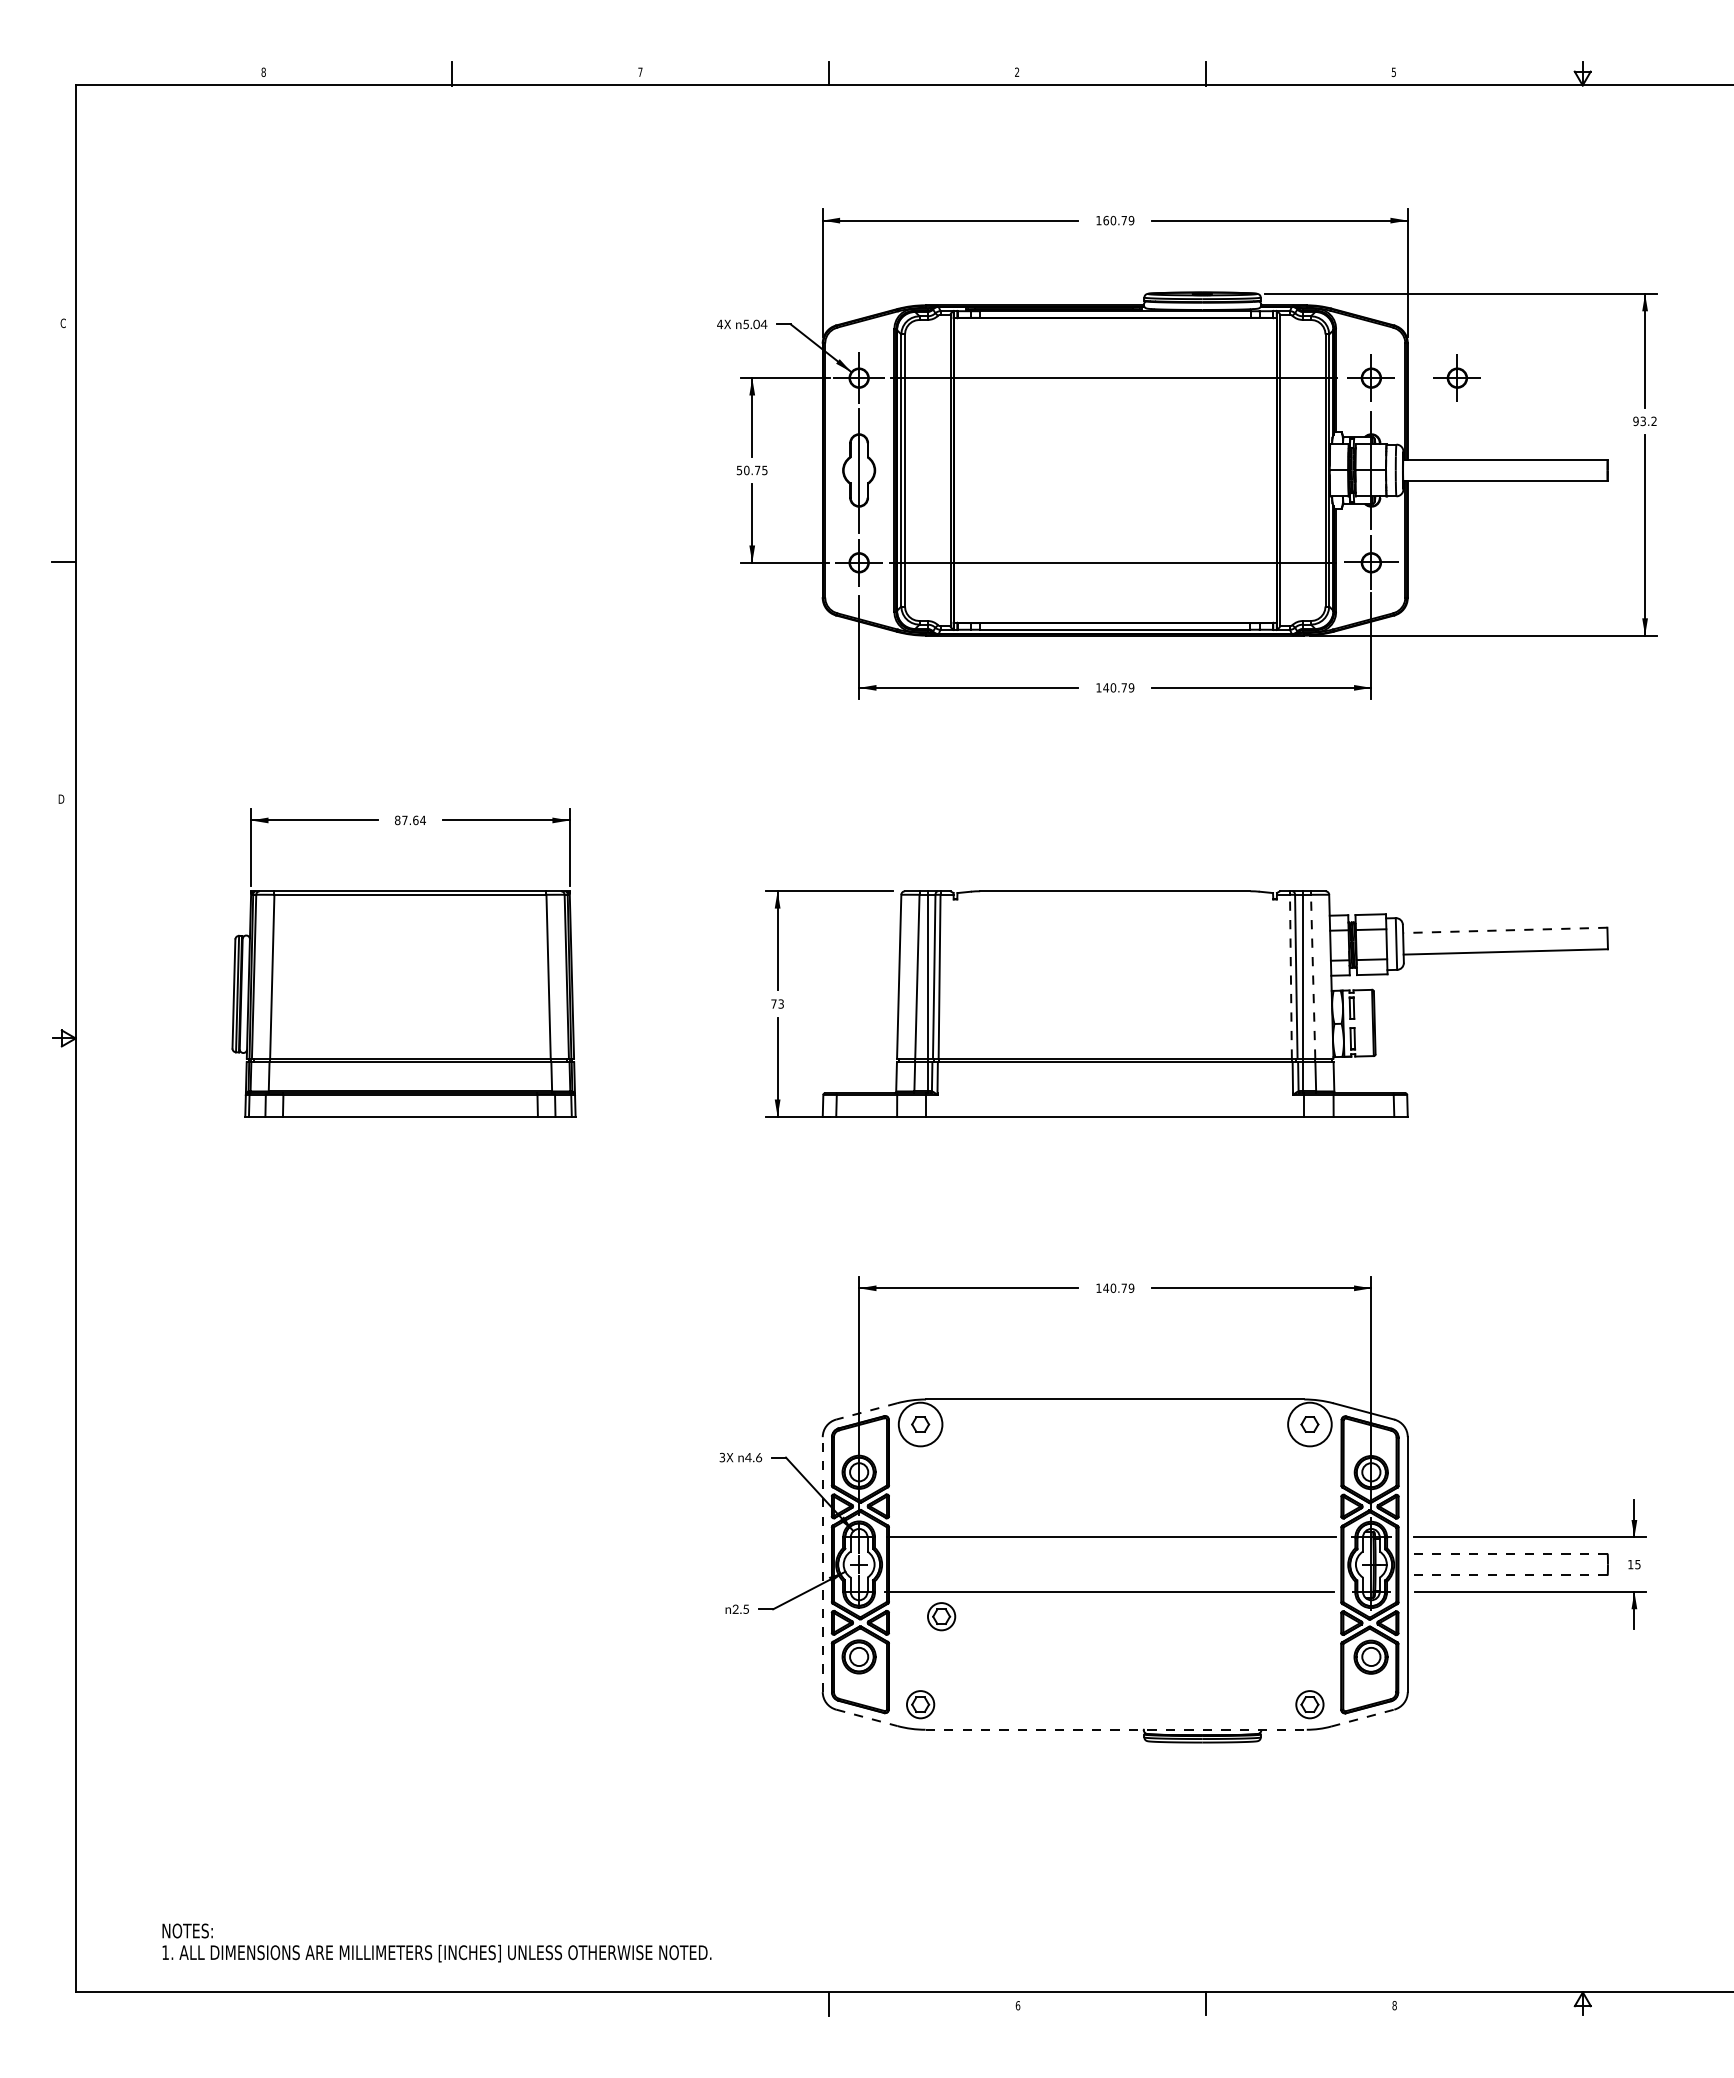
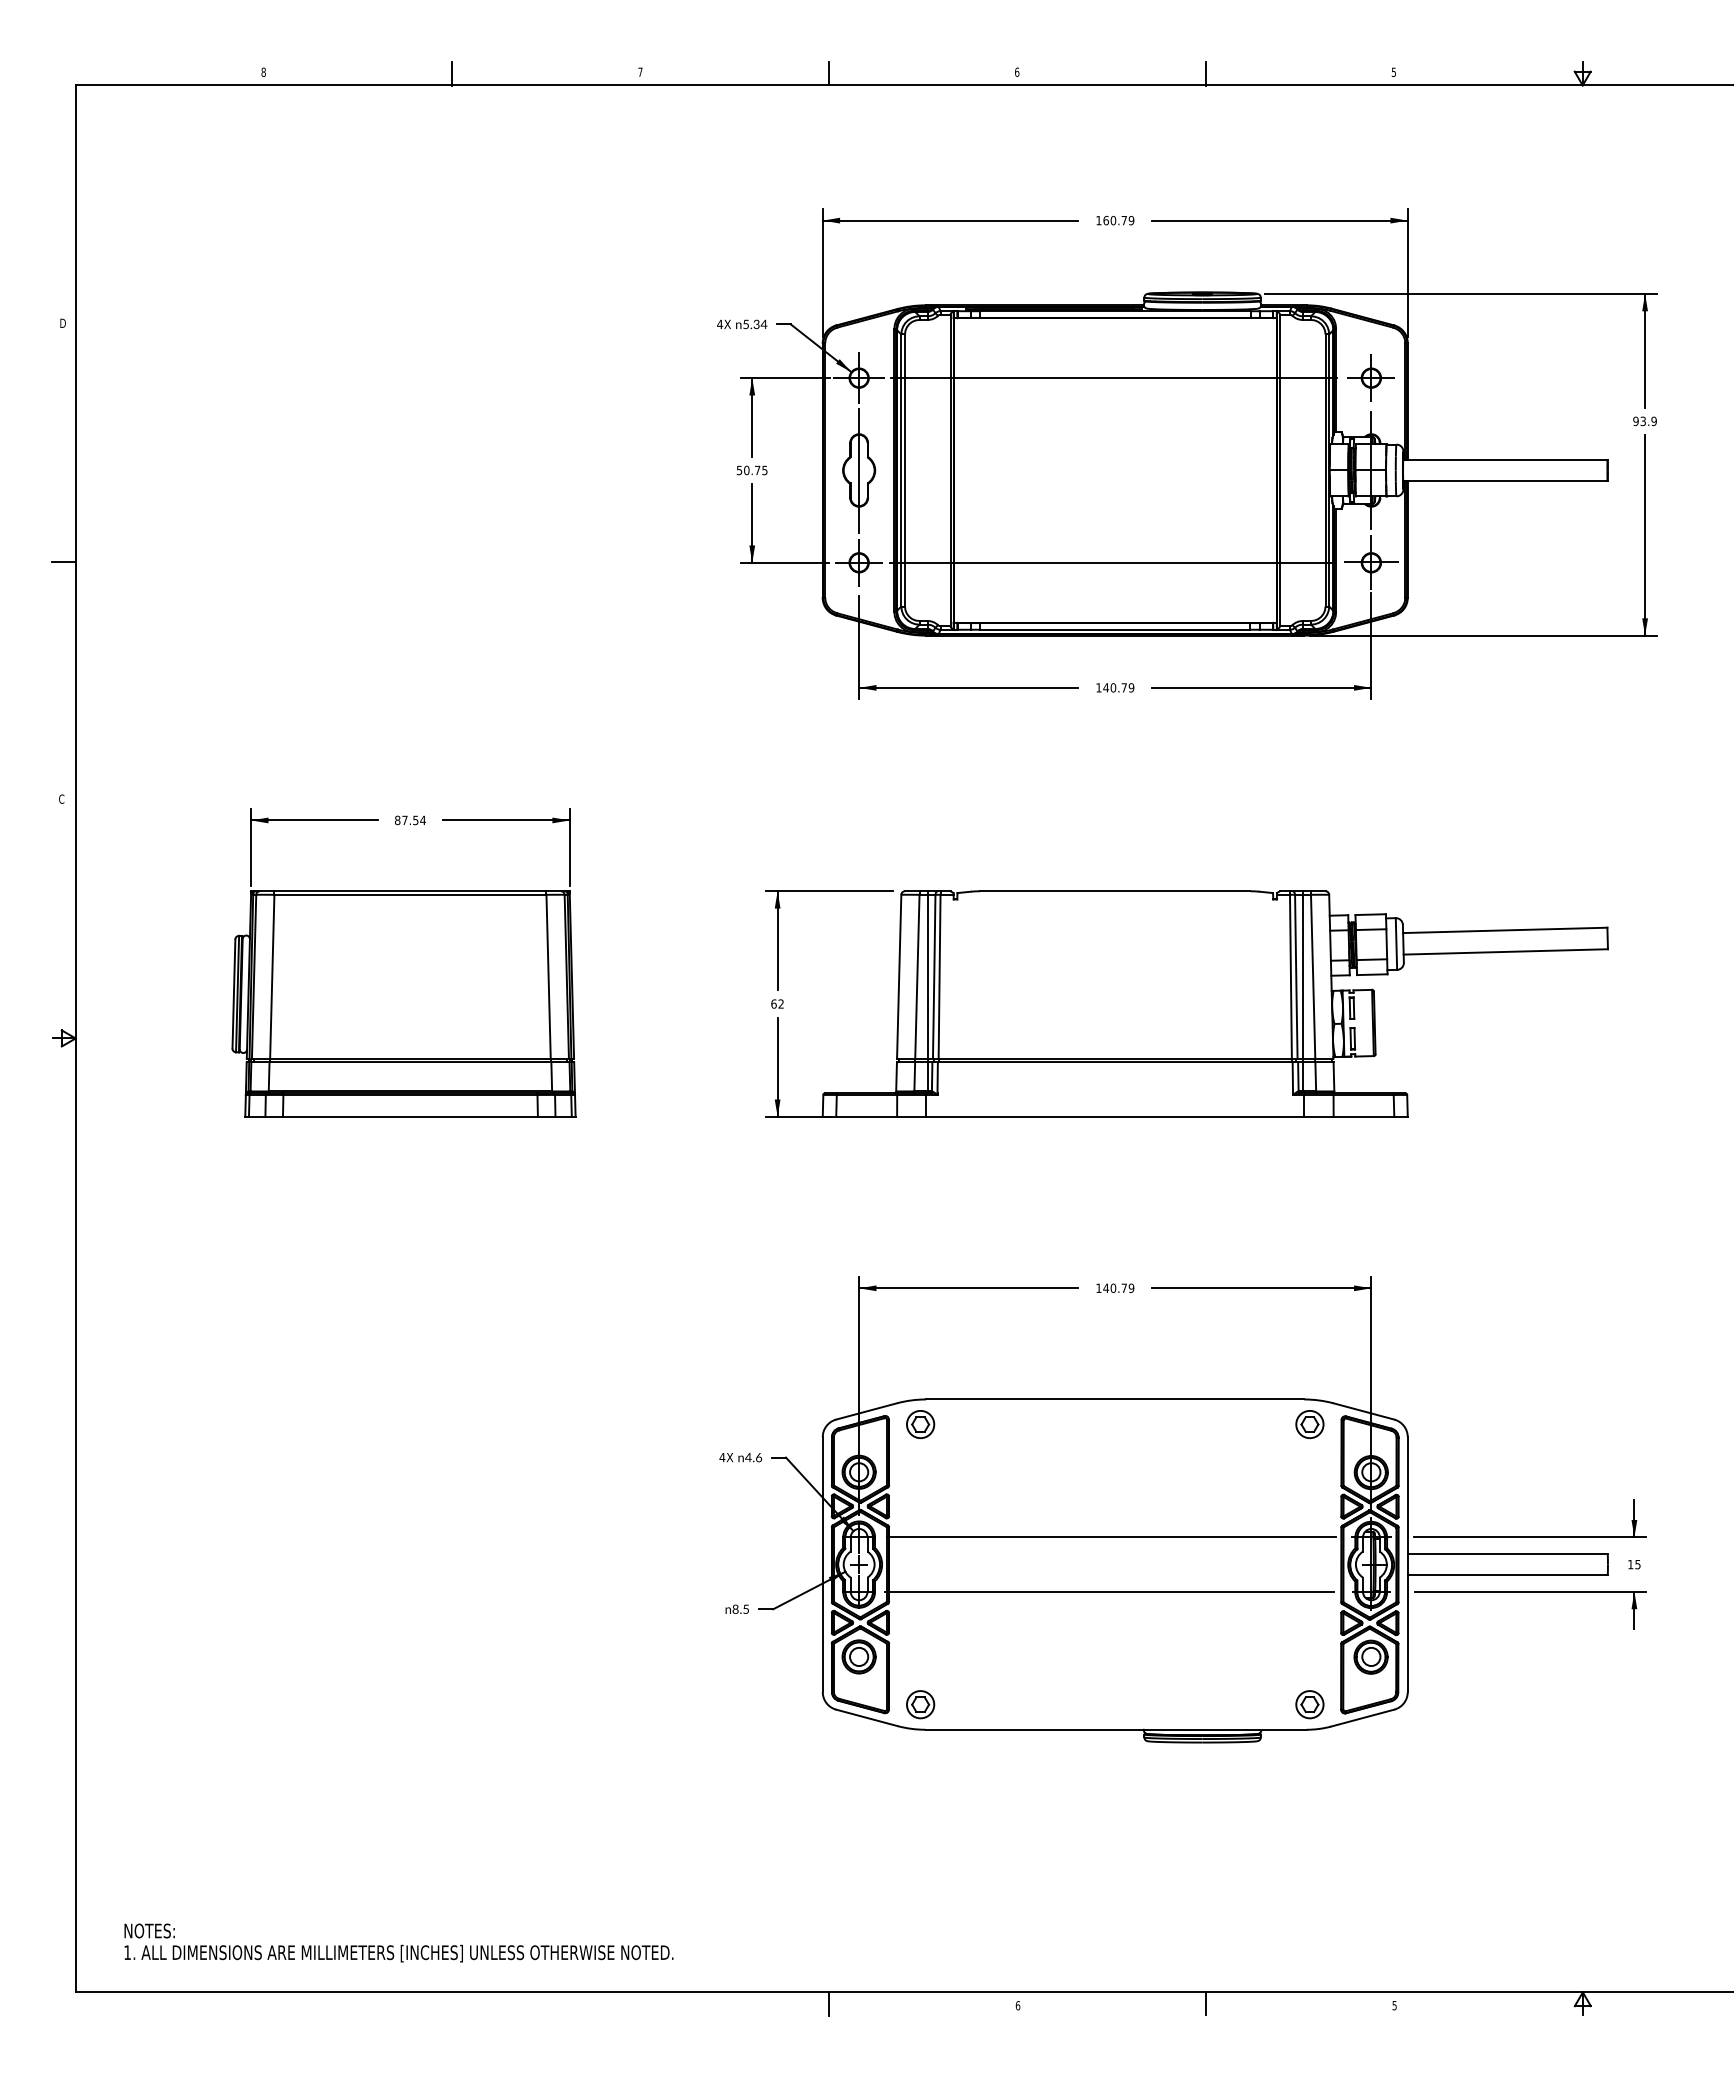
text at (1017, 71): 2 -> 6
text at (62, 323): C -> D
text at (756, 324): 5.04 -> 5.34
part at (1456, 377): present -> none
text at (1653, 421): 93.2 -> 93.9
text at (61, 798): D -> C
text at (415, 820): 87.64 -> 87.54
line at (1504, 930): dashed -> solid
line at (1290, 976): dashed -> solid
line at (1313, 976): dashed -> solid
text at (777, 1003): 73 -> 62
line at (866, 1411): dashed -> solid
circle at (920, 1424) diameter: 44 px -> 27 px
circle at (1309, 1424) diameter: 44 px -> 27 px
text at (722, 1457): 3X -> 4X
line at (1507, 1553): dashed -> solid
line at (822, 1564): dashed -> solid
line at (1507, 1575): dashed -> solid
text at (735, 1609): 2.5 -> 8.5
part at (941, 1616): present -> none
line at (866, 1717): dashed -> solid
line at (1362, 1718): dashed -> solid
line at (1116, 1729): dashed -> solid
text at (436, 1942) position: (436, 1942) -> (398, 1942)
text at (1394, 2005): 8 -> 5
